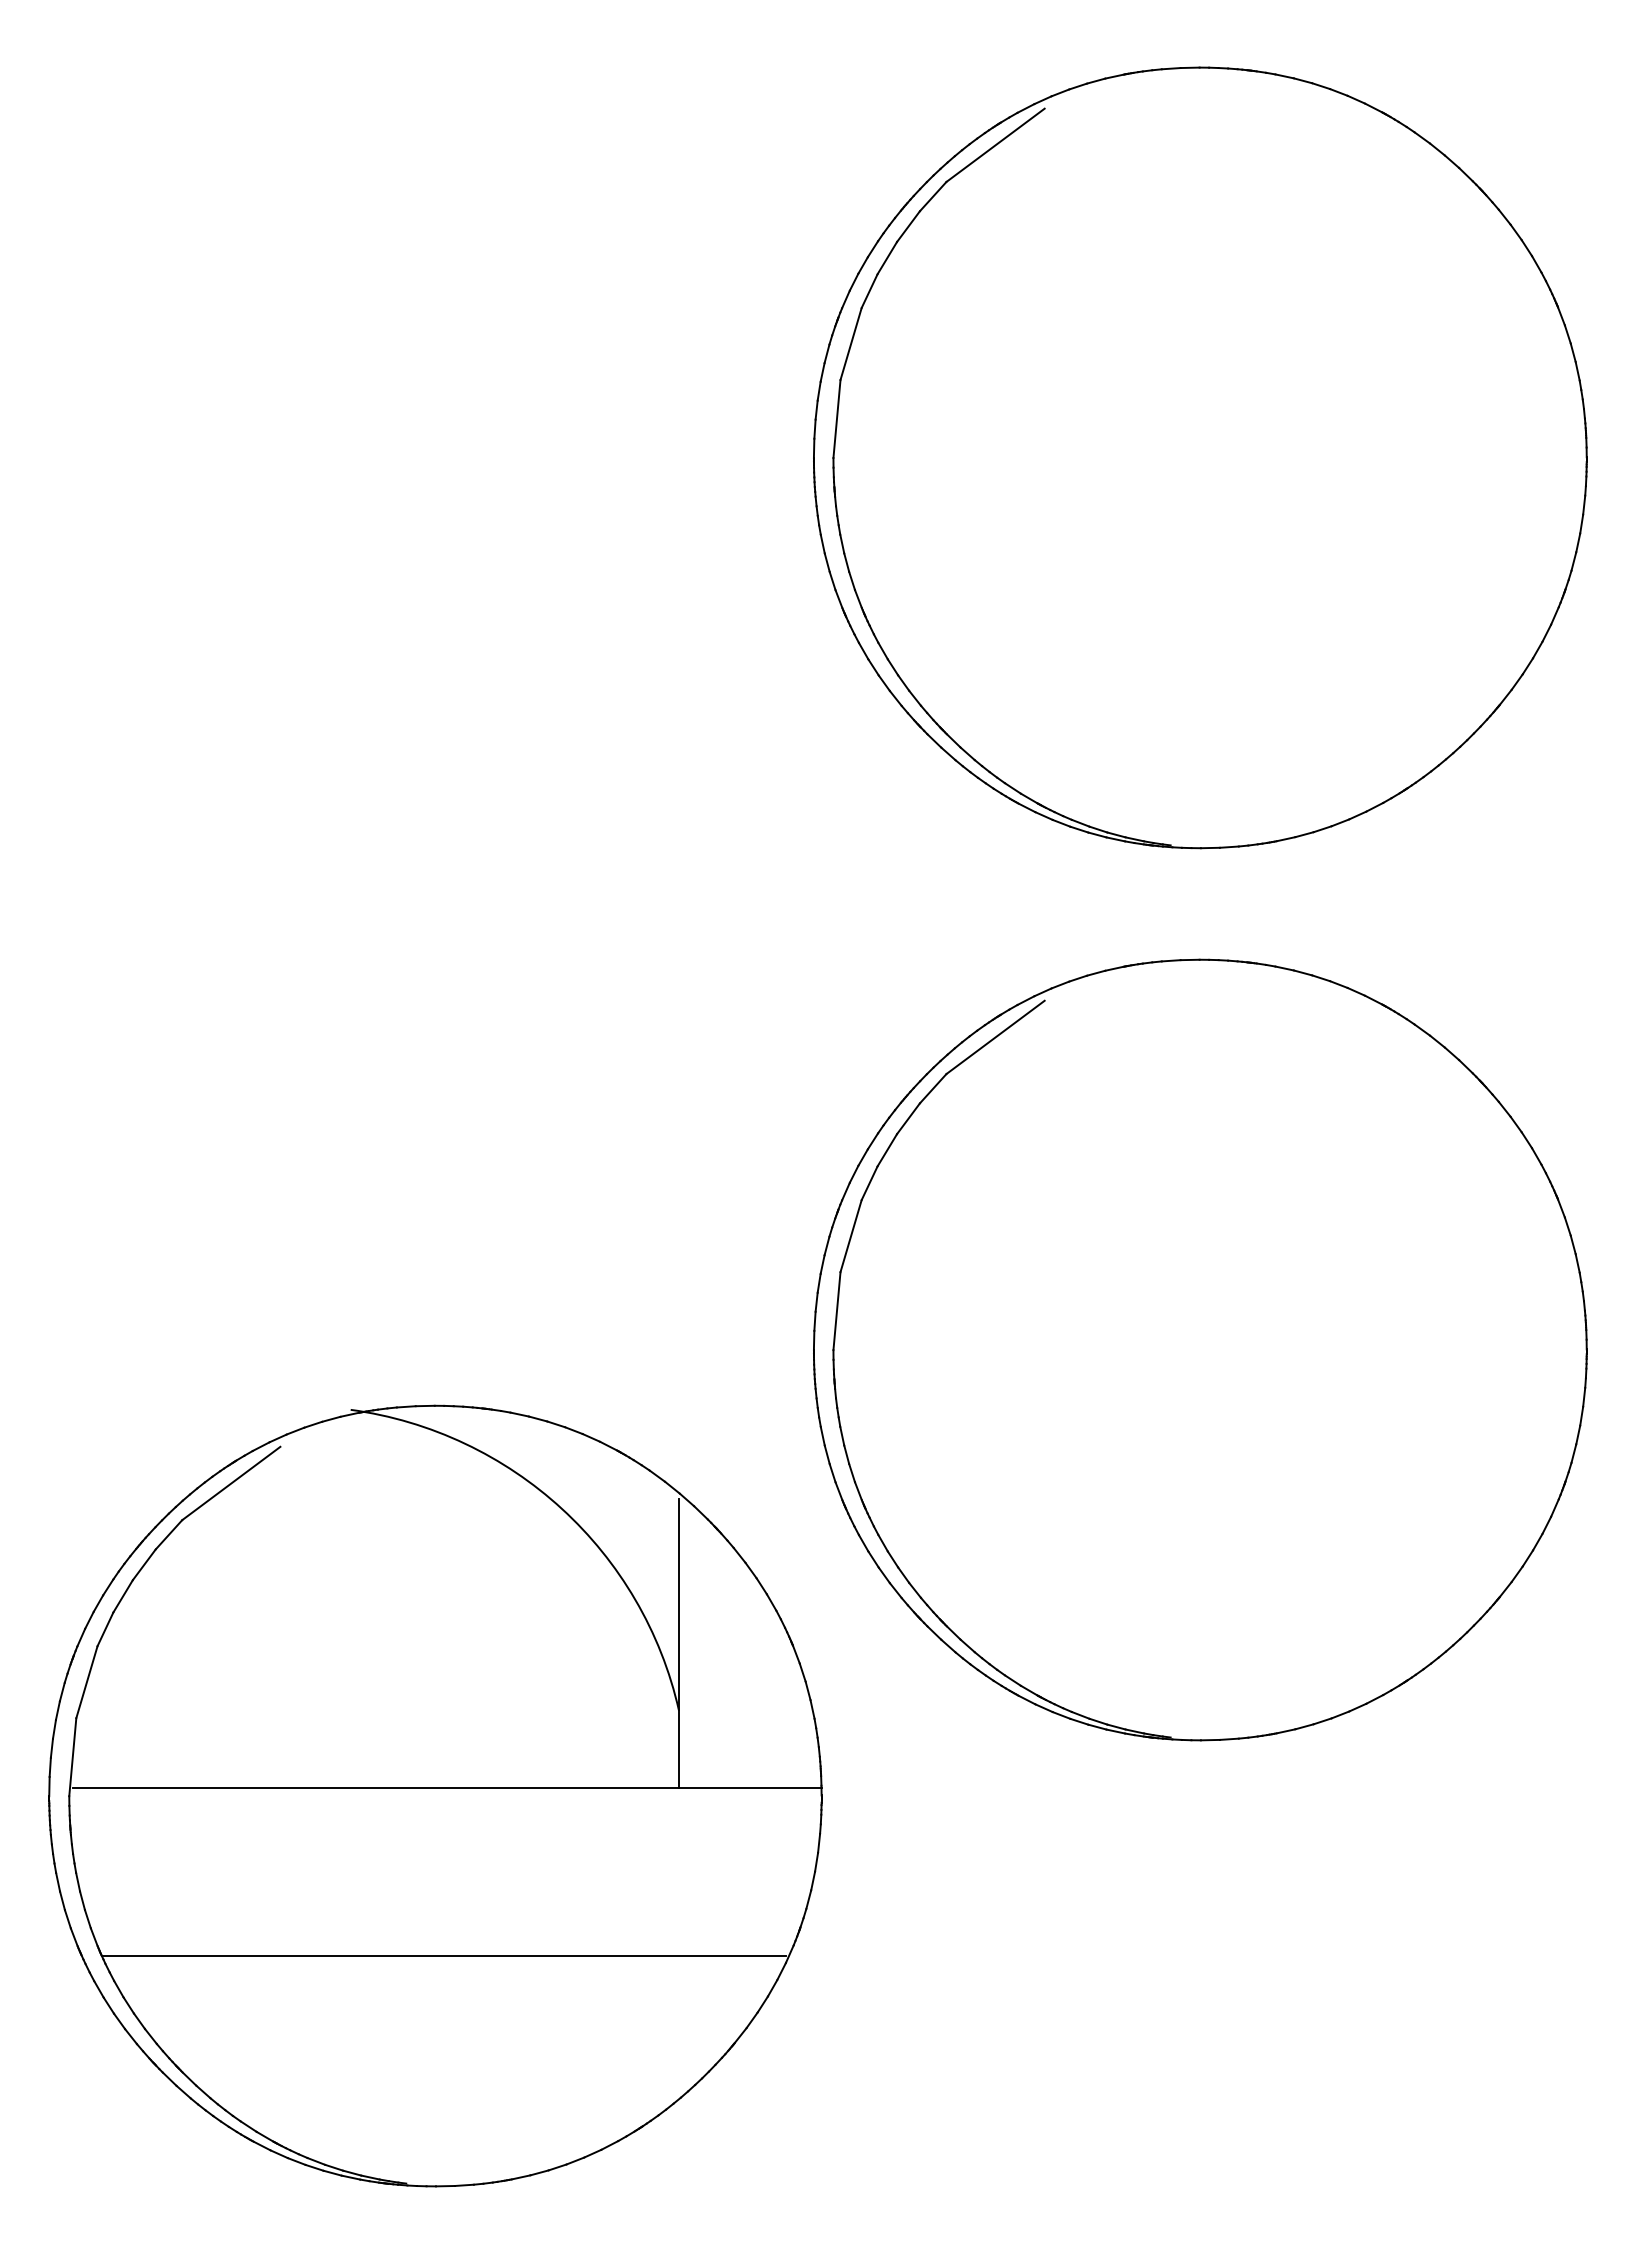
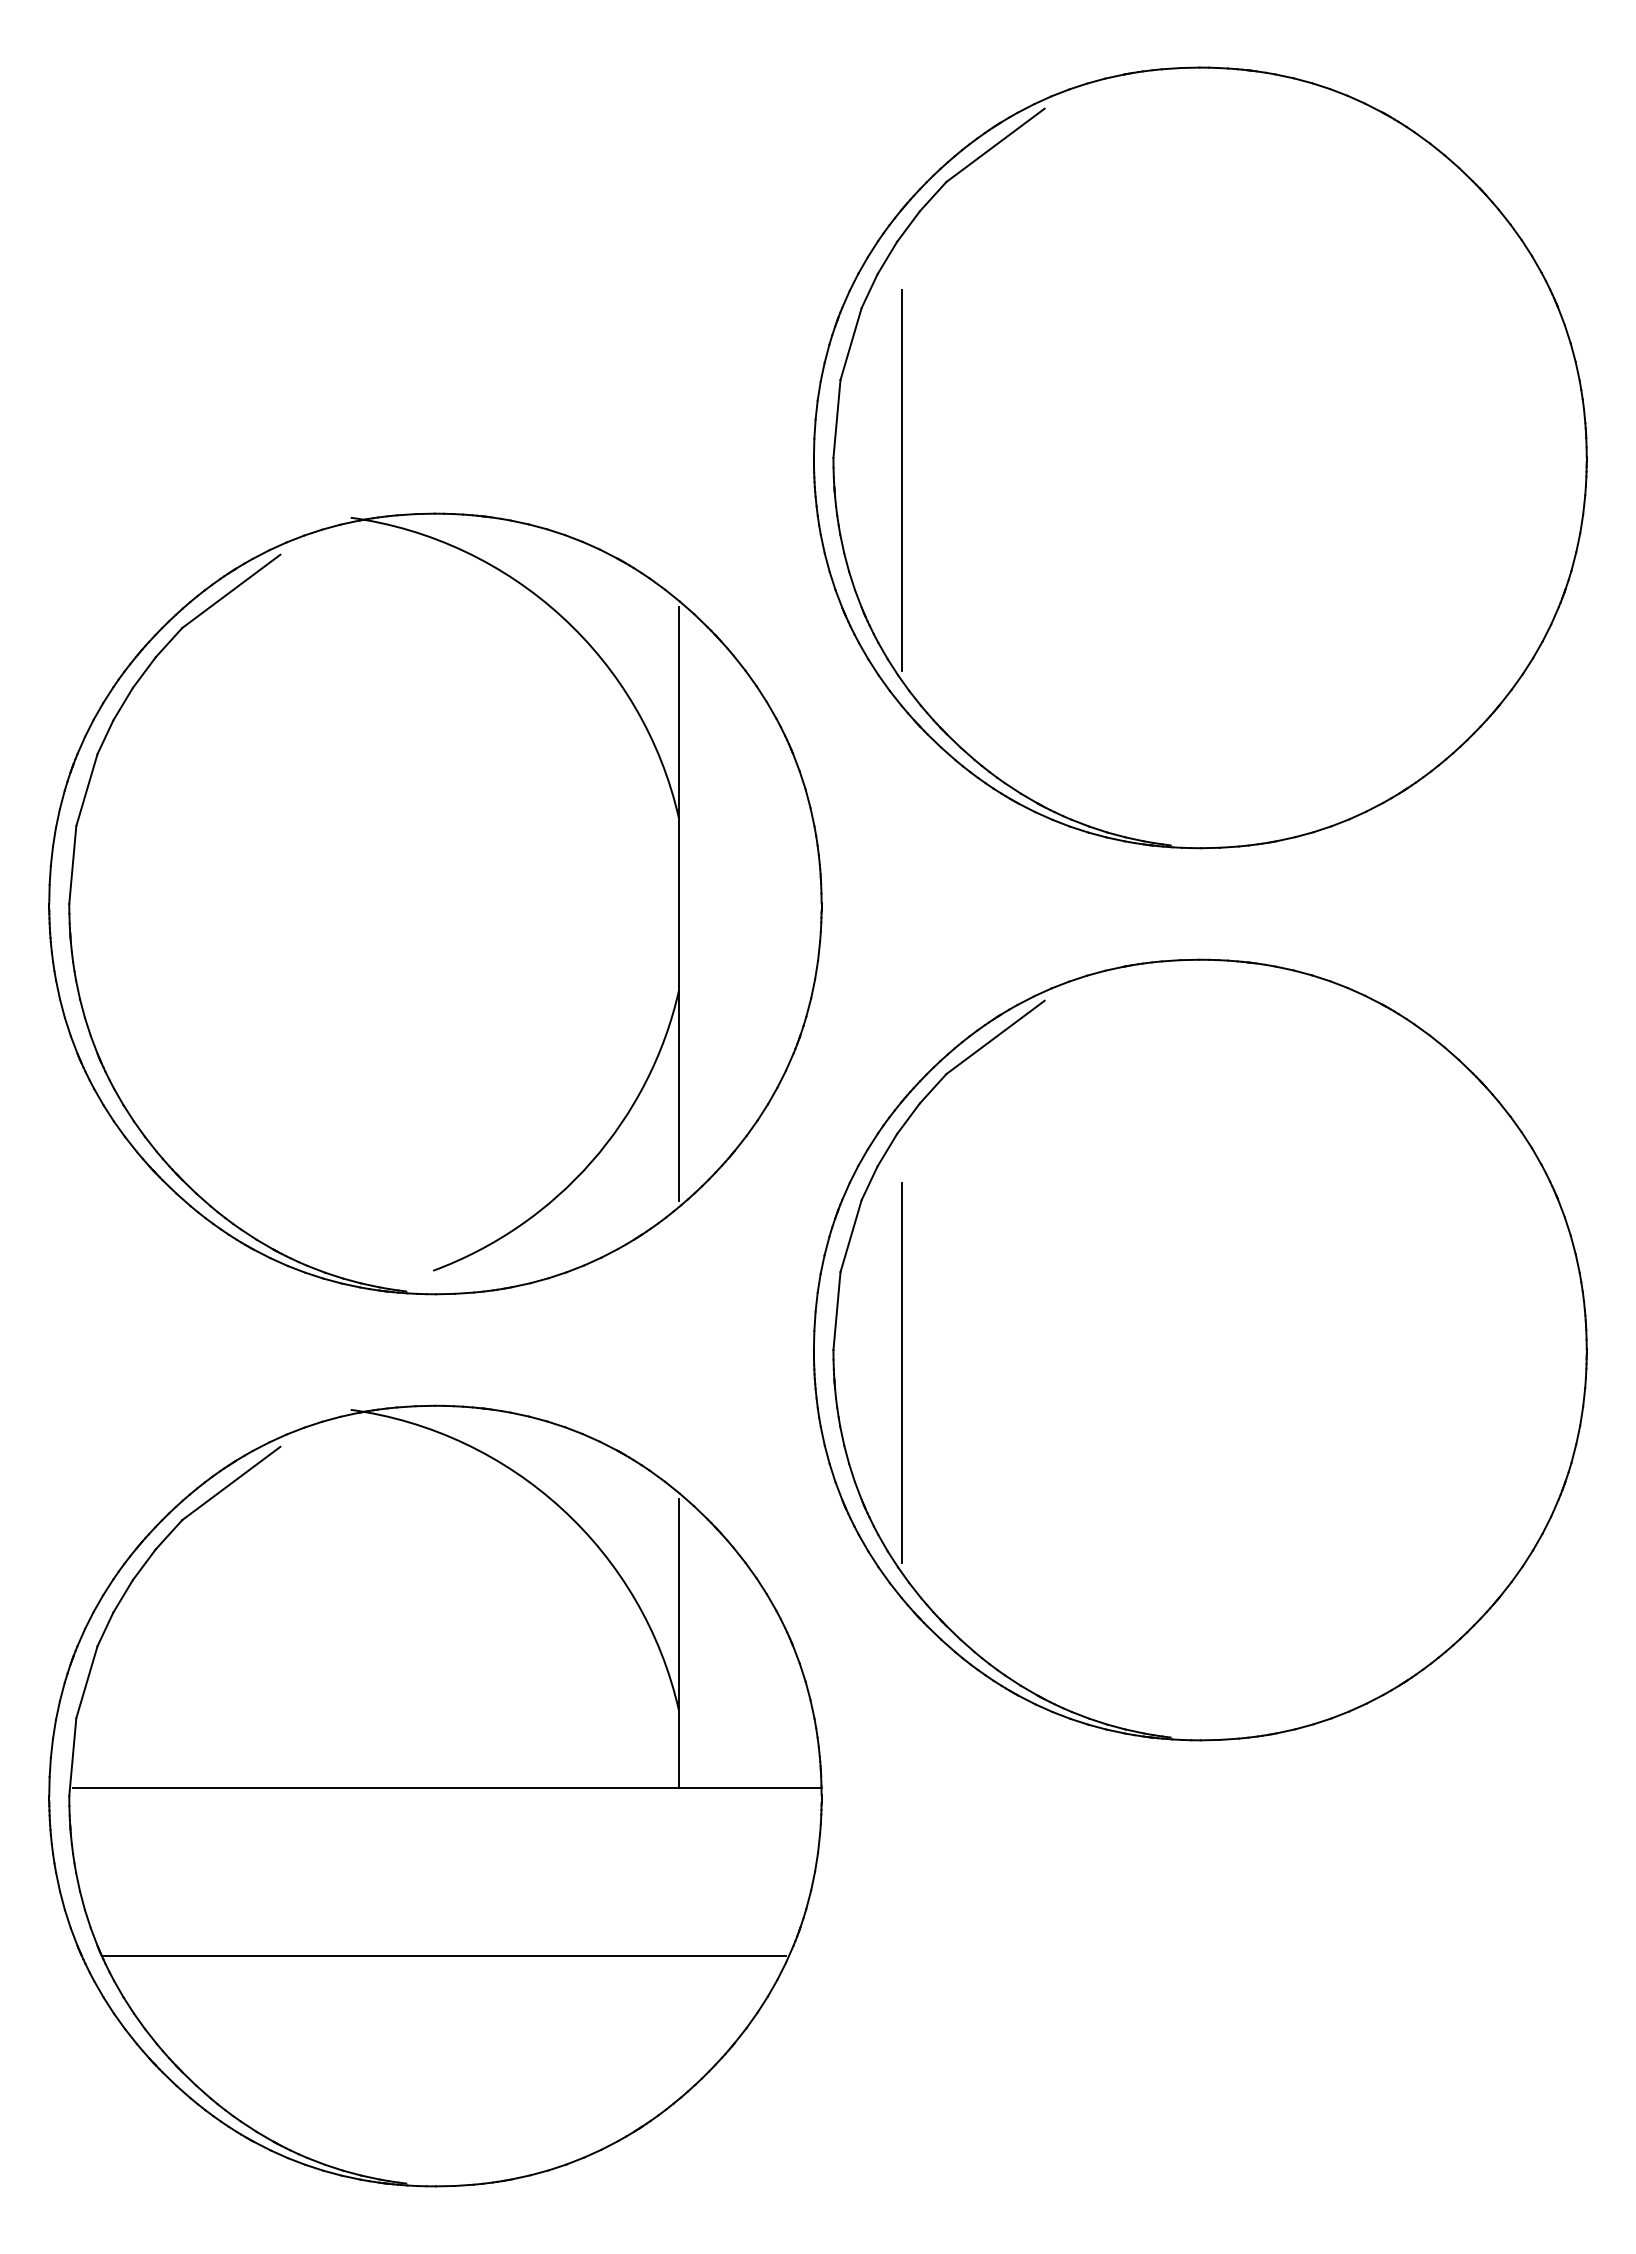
line at (902, 480): none -> present
part at (435, 903): none -> present
line at (902, 1372): none -> present
